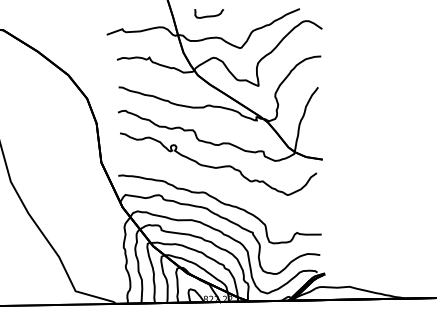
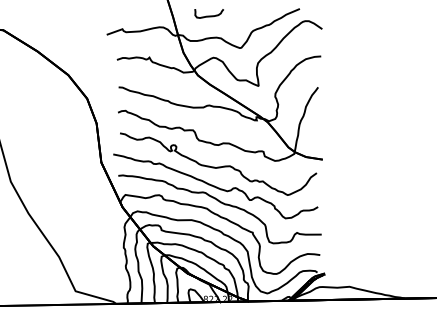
curve at (215, 186): none -> present
